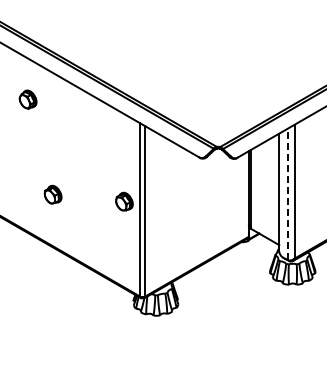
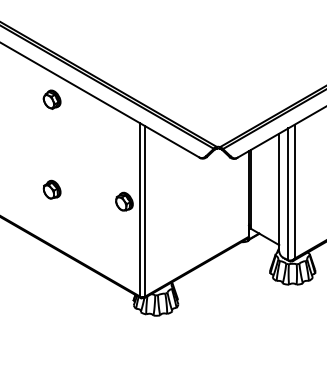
part at (27, 99) position: (27, 99) -> (51, 99)
line at (288, 193): dashed -> solid
part at (52, 194) position: (52, 194) -> (51, 189)
